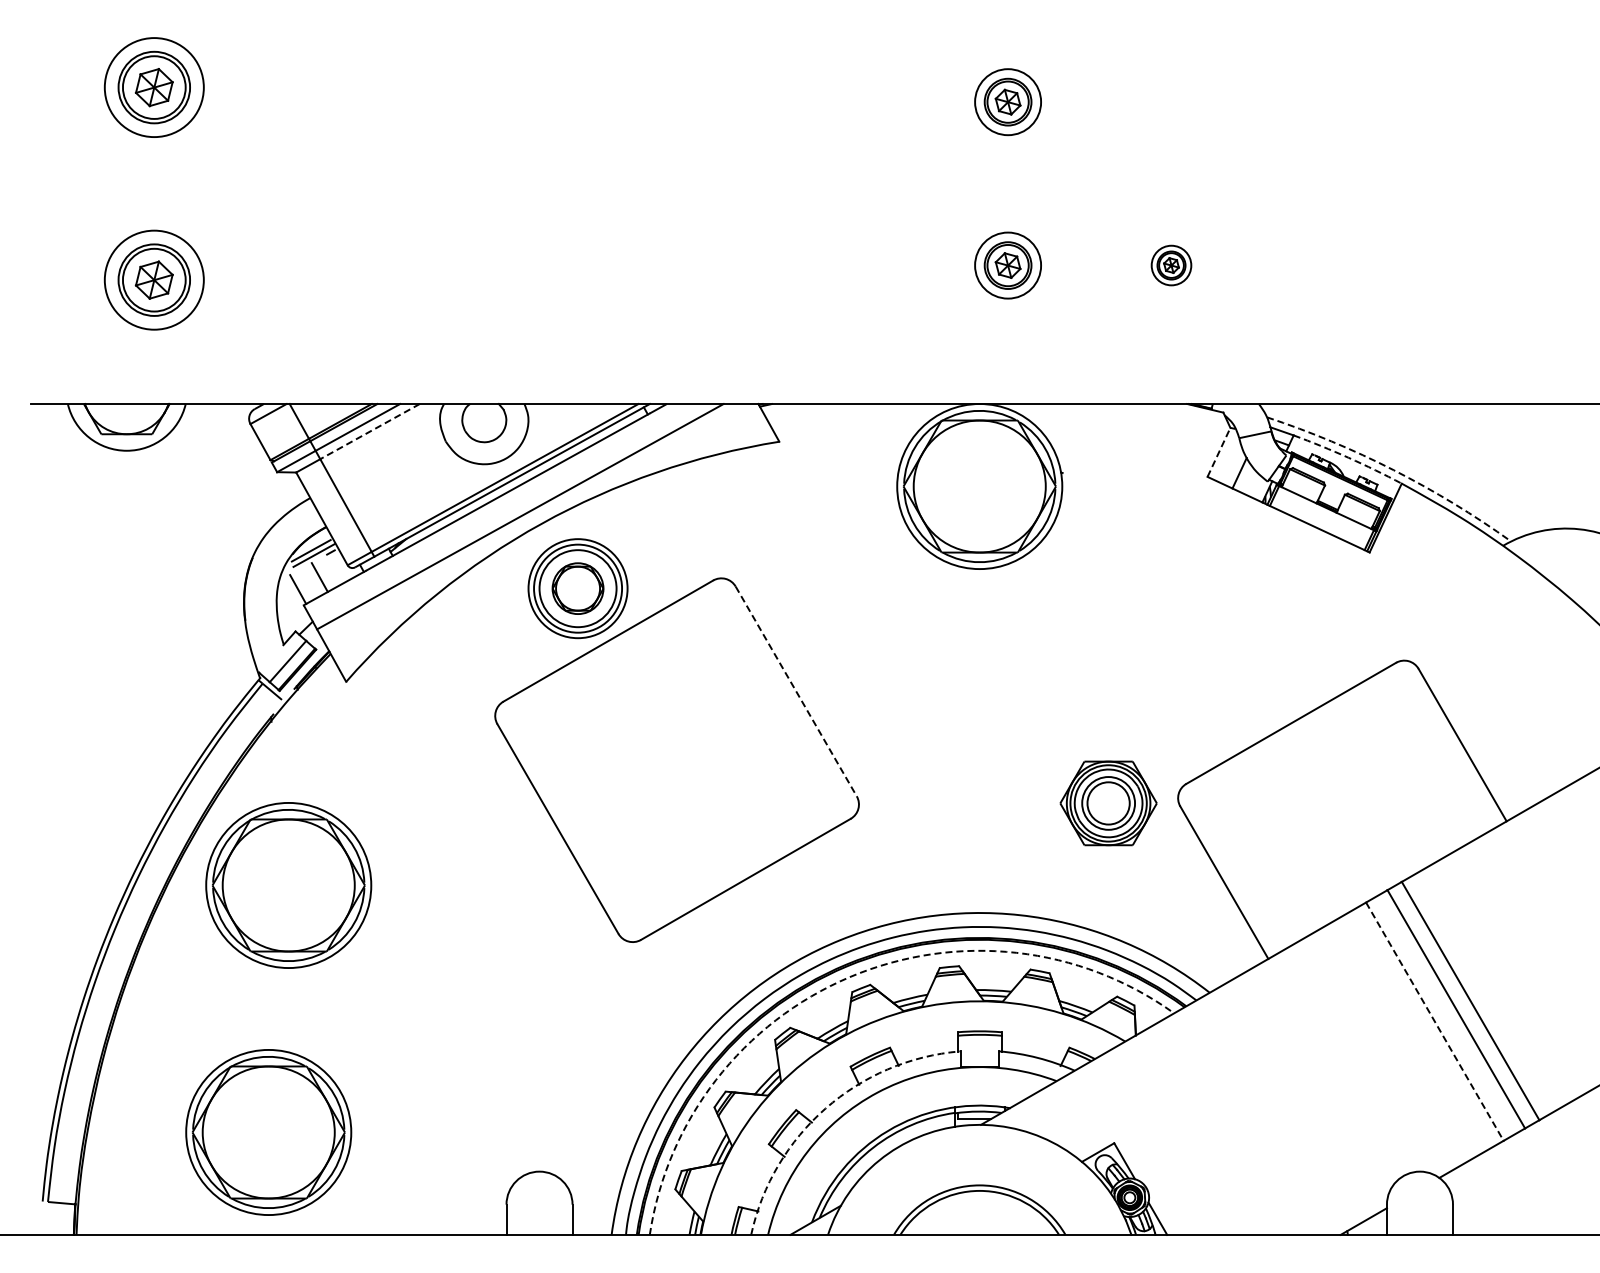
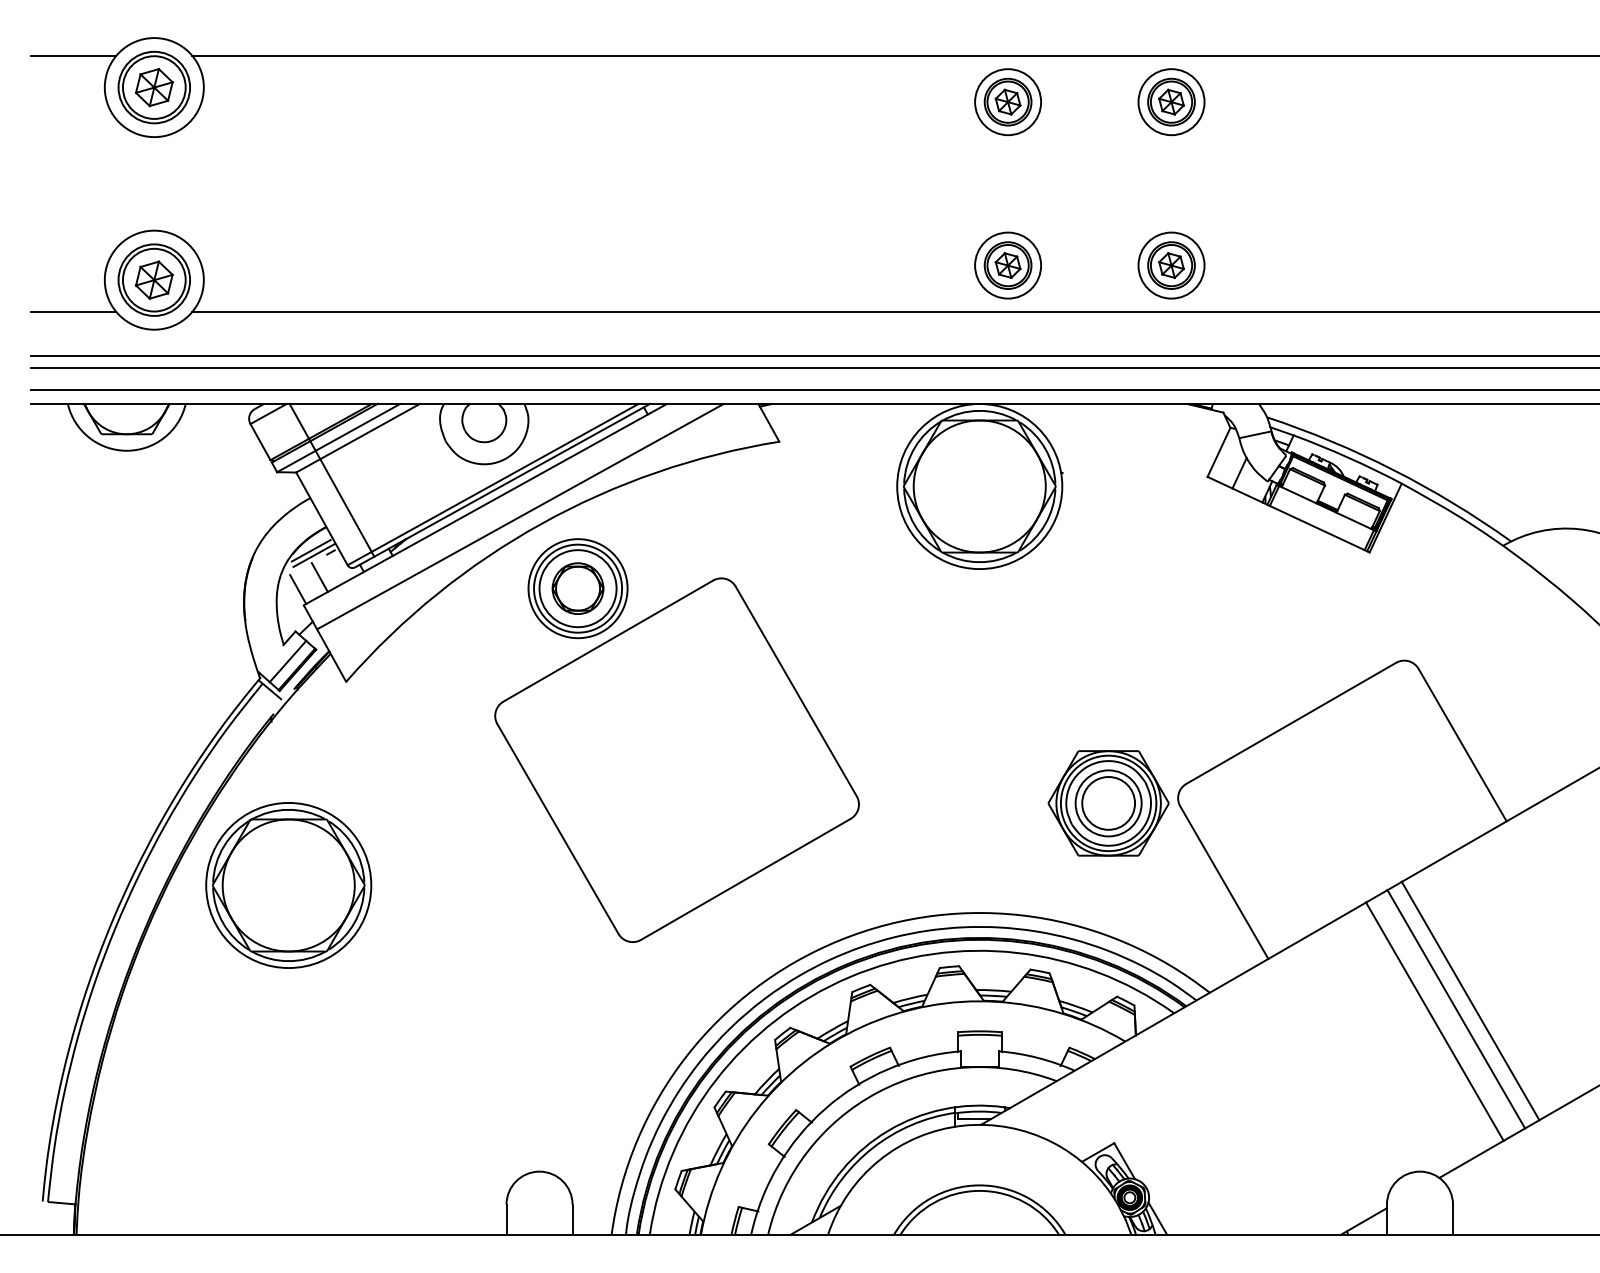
line at (73, 55): none -> present
line at (894, 55): none -> present
part at (1171, 102): none -> present
part at (1171, 265) size: 43x43 px -> 69x69 px
line at (73, 312): none -> present
line at (894, 312): none -> present
line at (813, 355): none -> present
line at (813, 368): none -> present
line at (813, 390): none -> present
line at (370, 431): dashed -> solid
line at (1219, 451): dashed -> solid
arc at (1348, 457): dashed -> solid
arc at (1393, 470): dashed -> solid
line at (796, 691): dashed -> solid
part at (1108, 803) size: 99x87 px -> 123x107 px
arc at (849, 977): dashed -> solid
line at (1434, 1021): dashed -> solid
arc at (825, 1108): dashed -> solid
part at (268, 1132): present -> none
